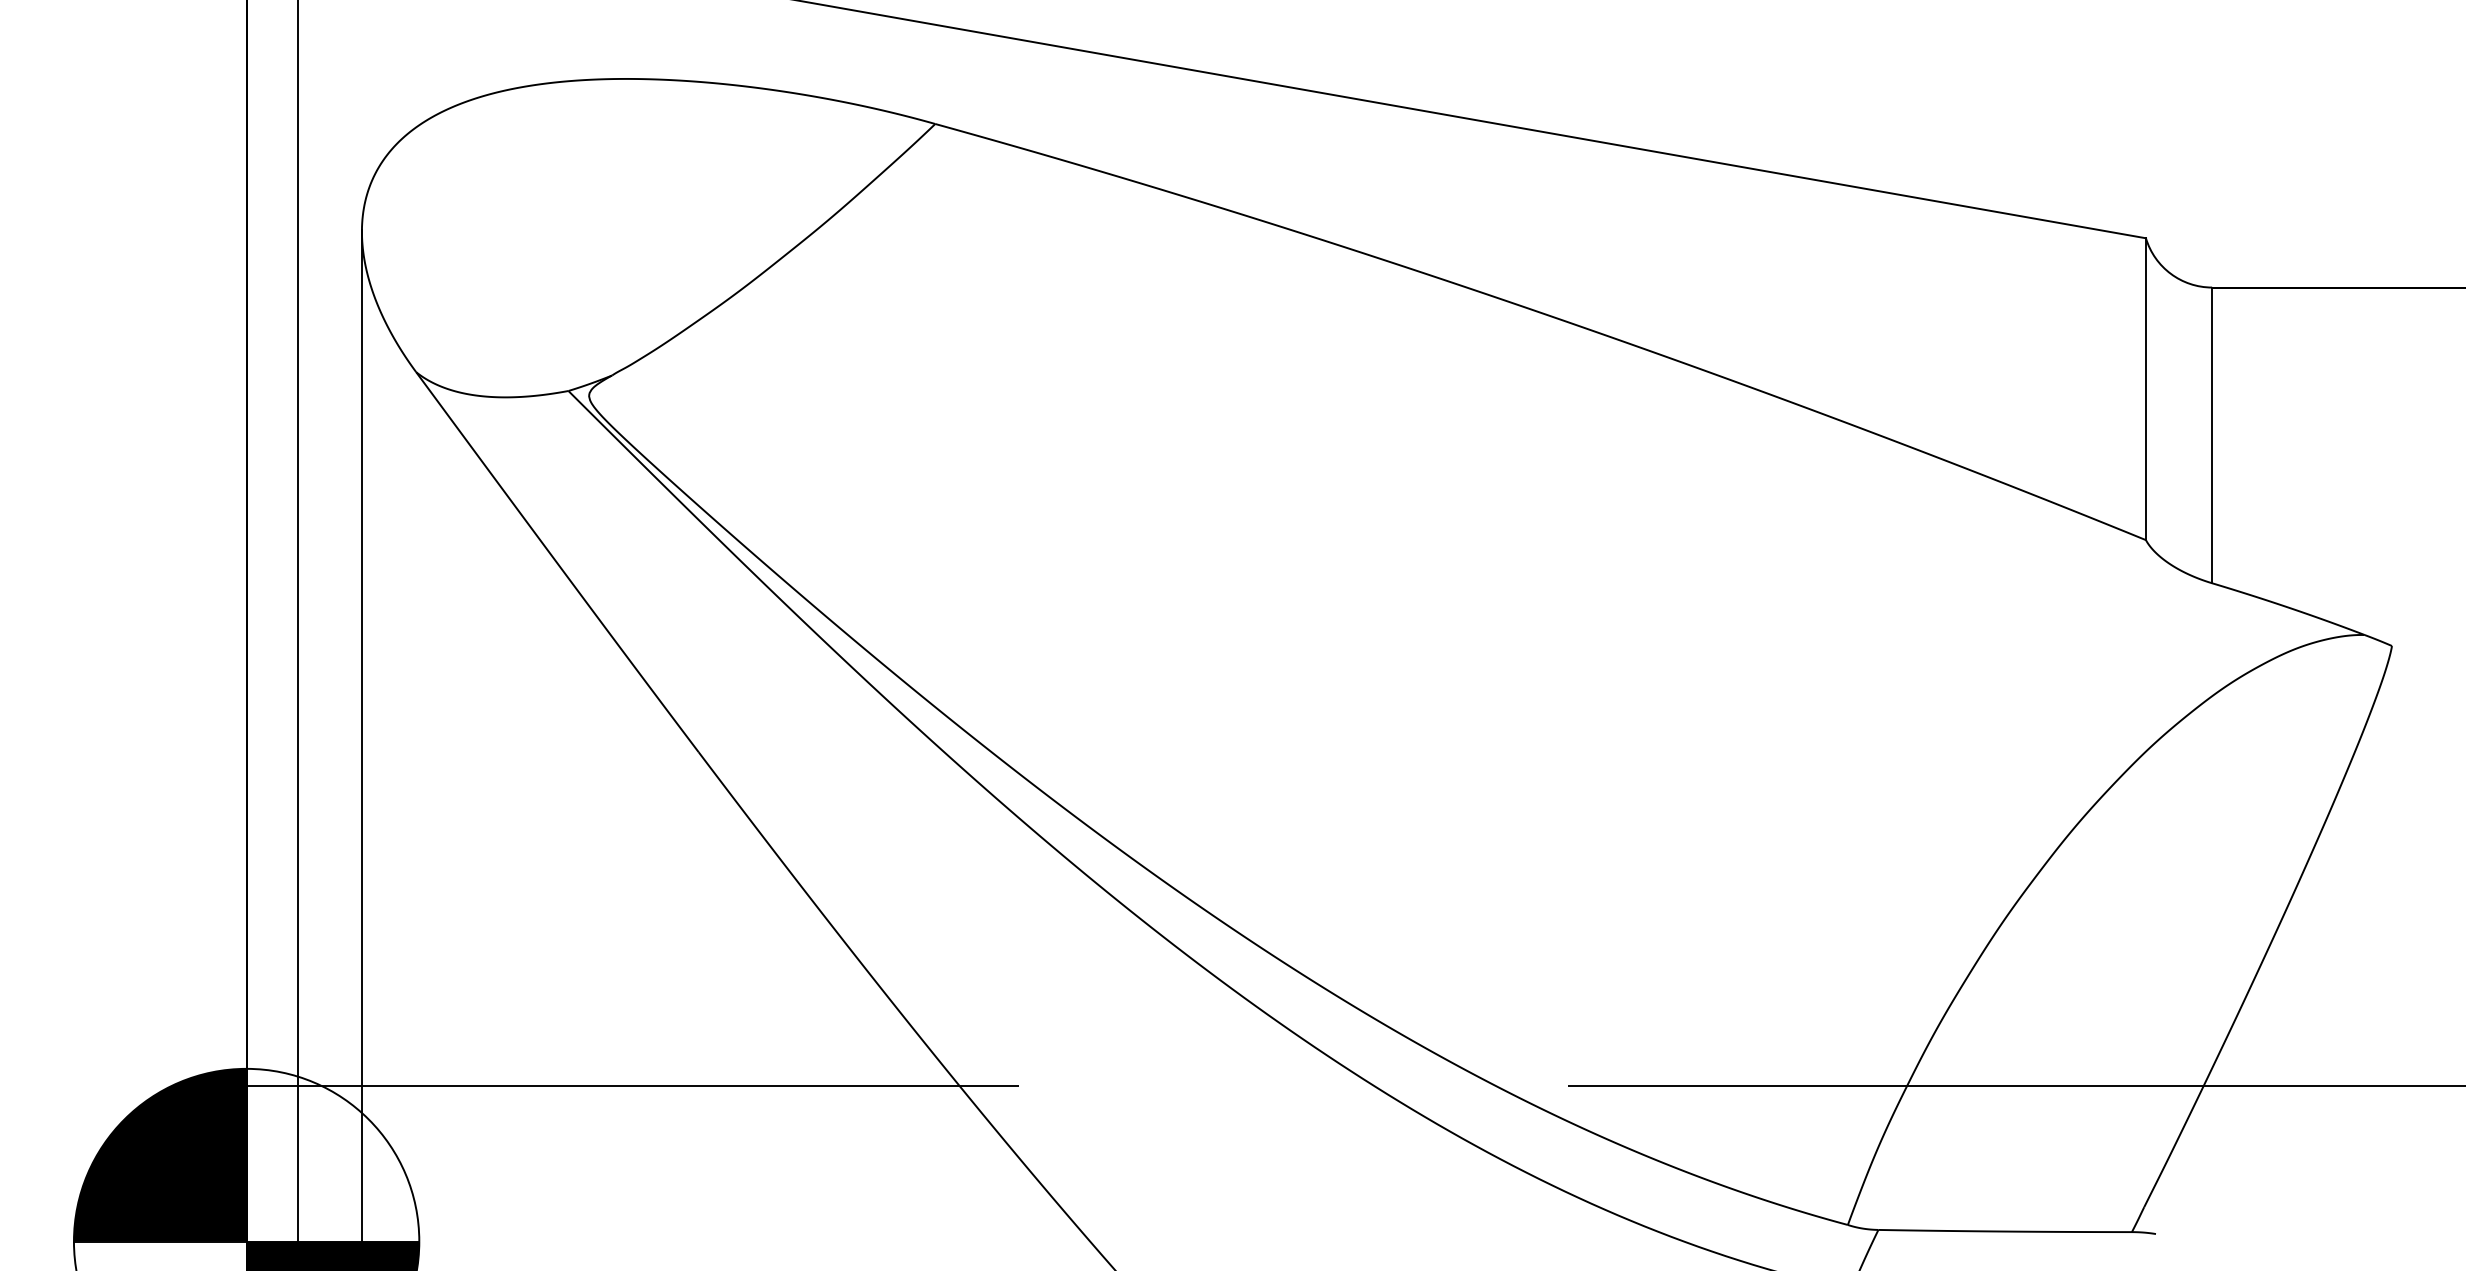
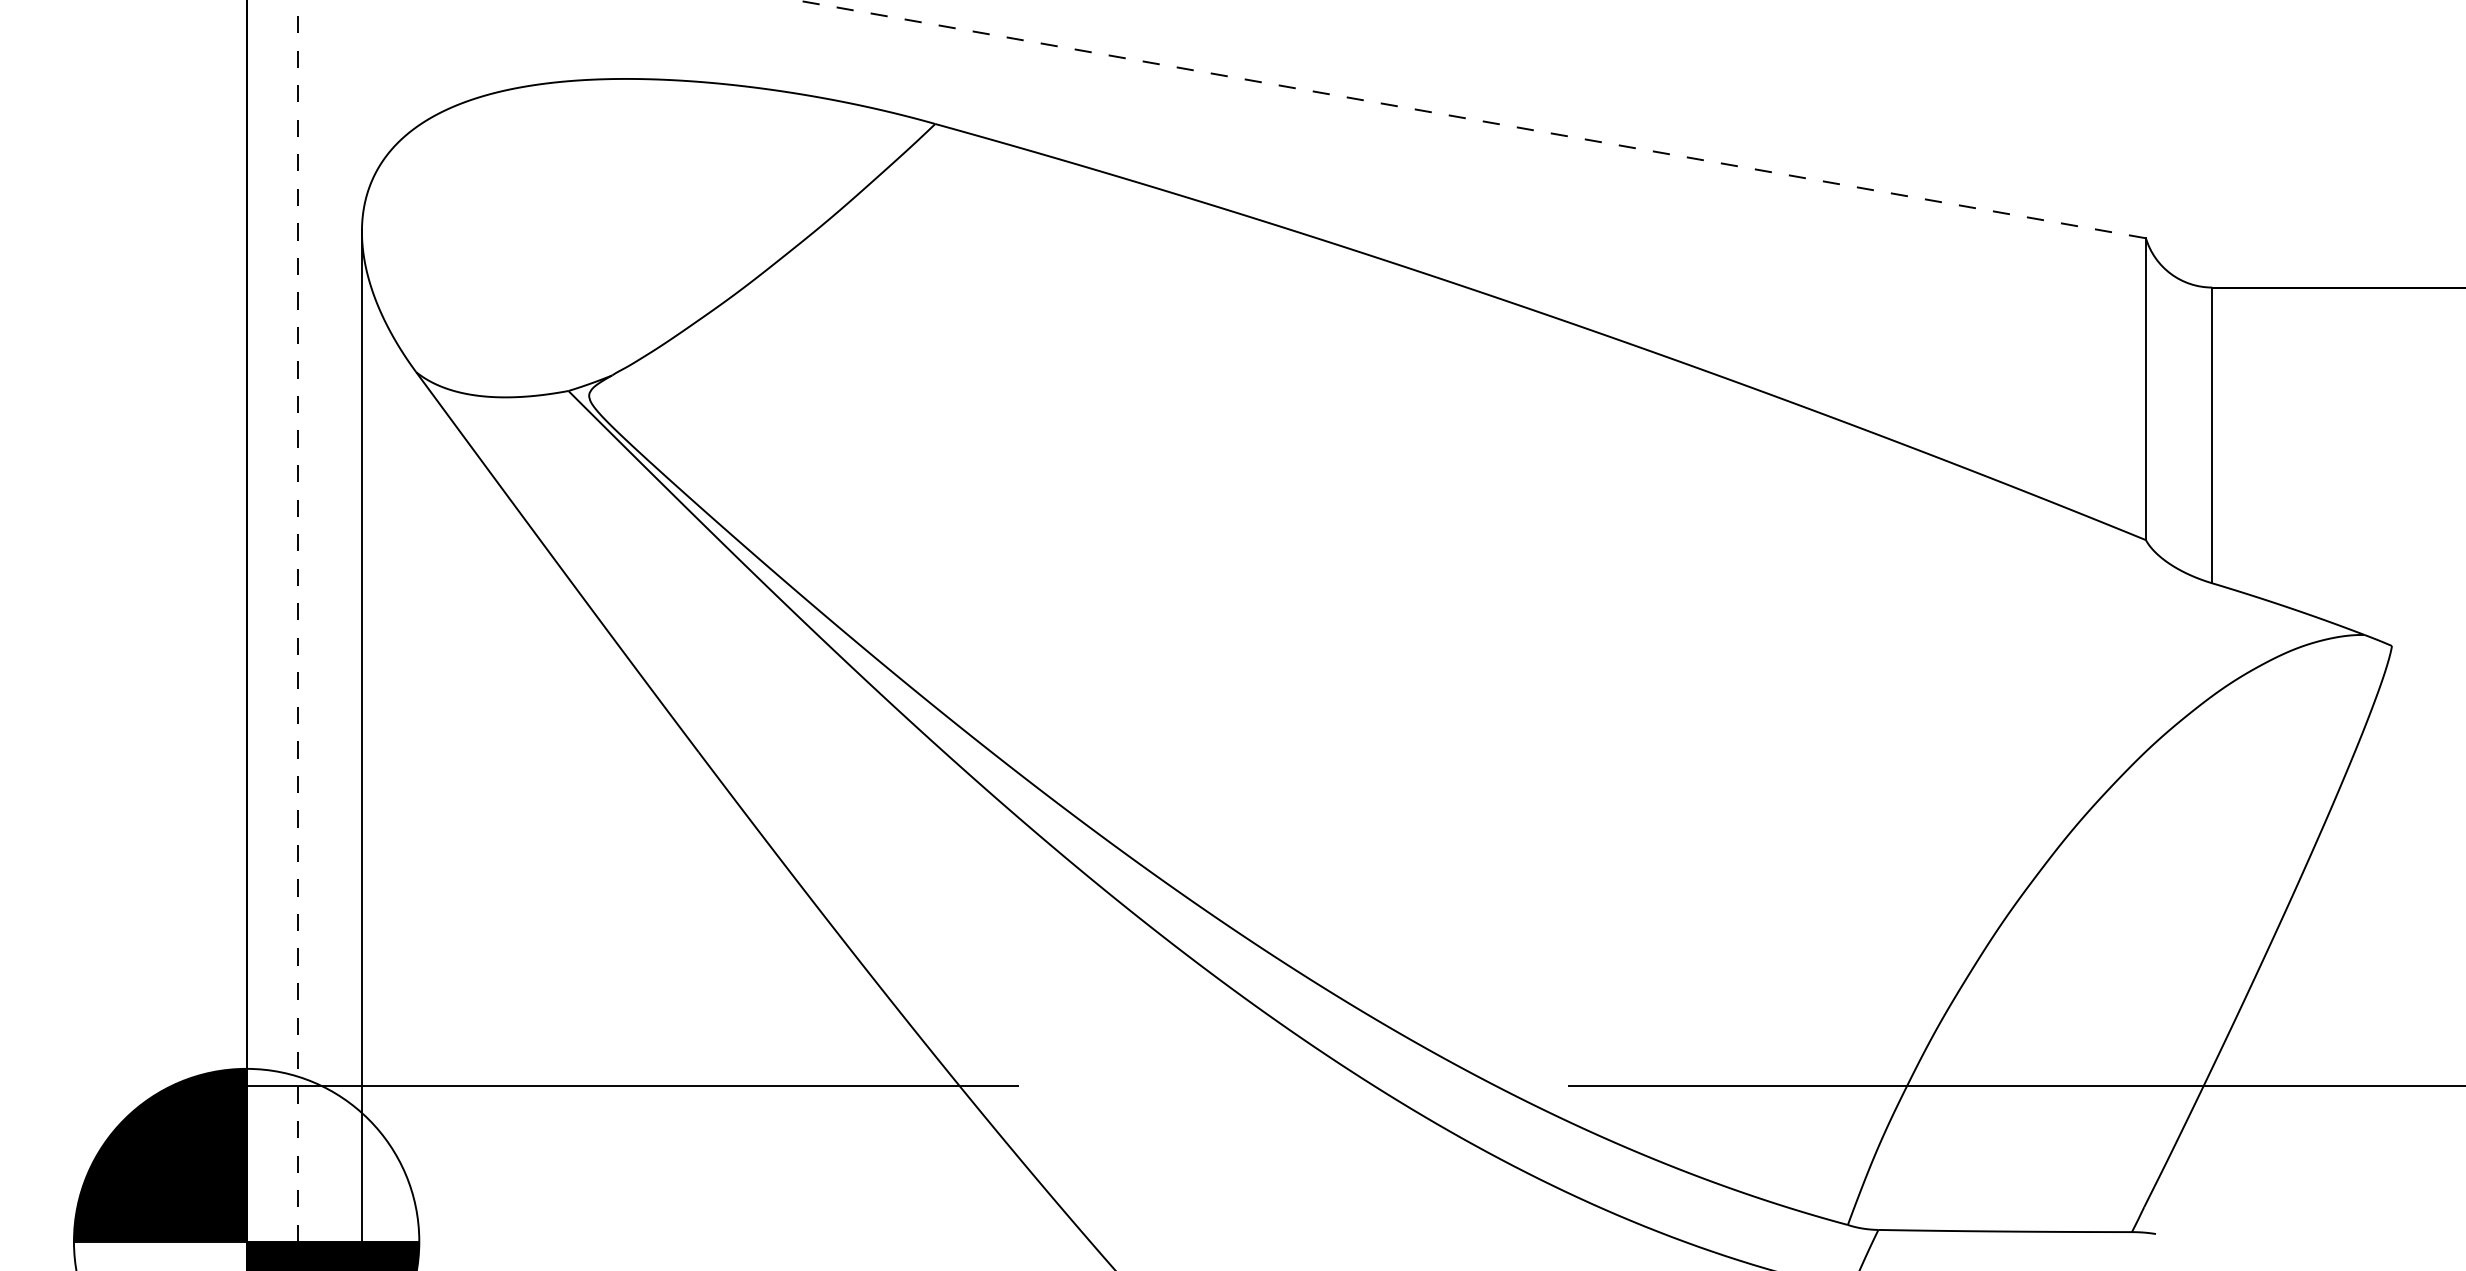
line at (1470, 119): solid -> dashed
line at (298, 635): solid -> dashed
